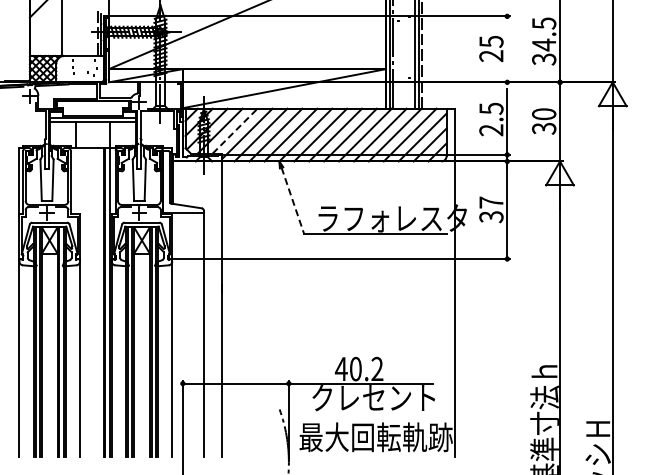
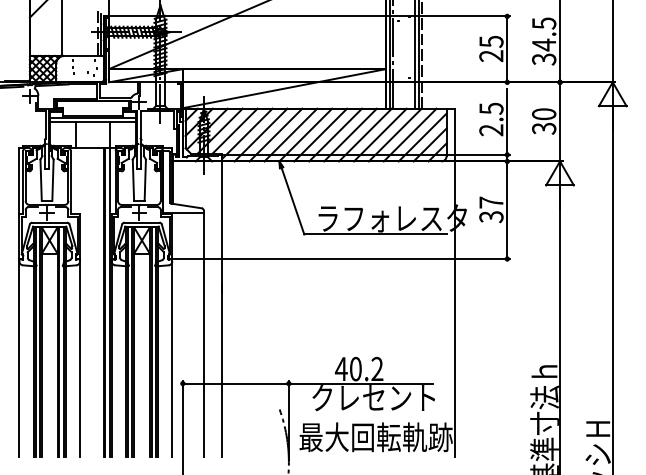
line at (507, 49): none -> present
line at (235, 131): dashed -> solid
line at (293, 201): dashed -> solid
